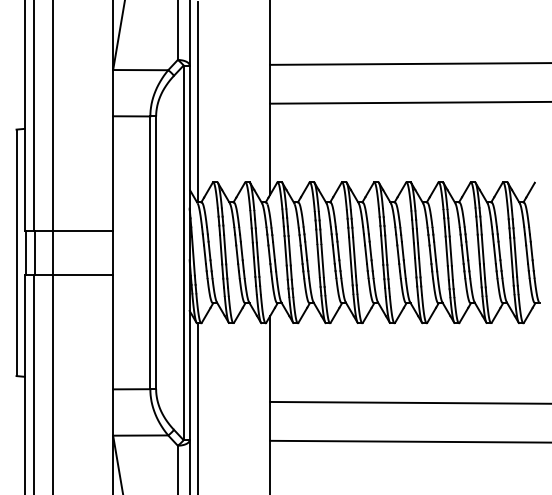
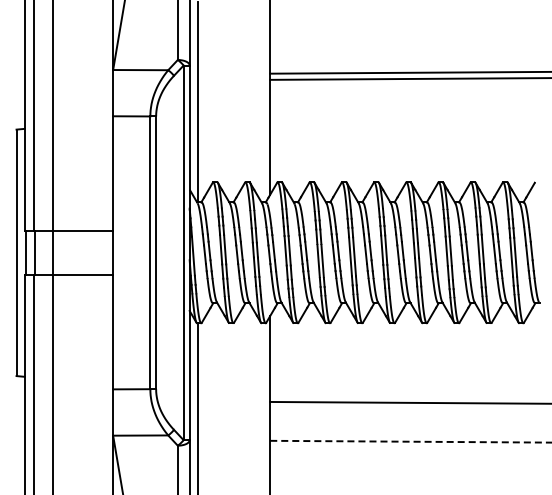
line at (409, 63) position: (409, 63) -> (409, 78)
line at (409, 102) position: (409, 102) -> (409, 72)
line at (410, 441): solid -> dashed
